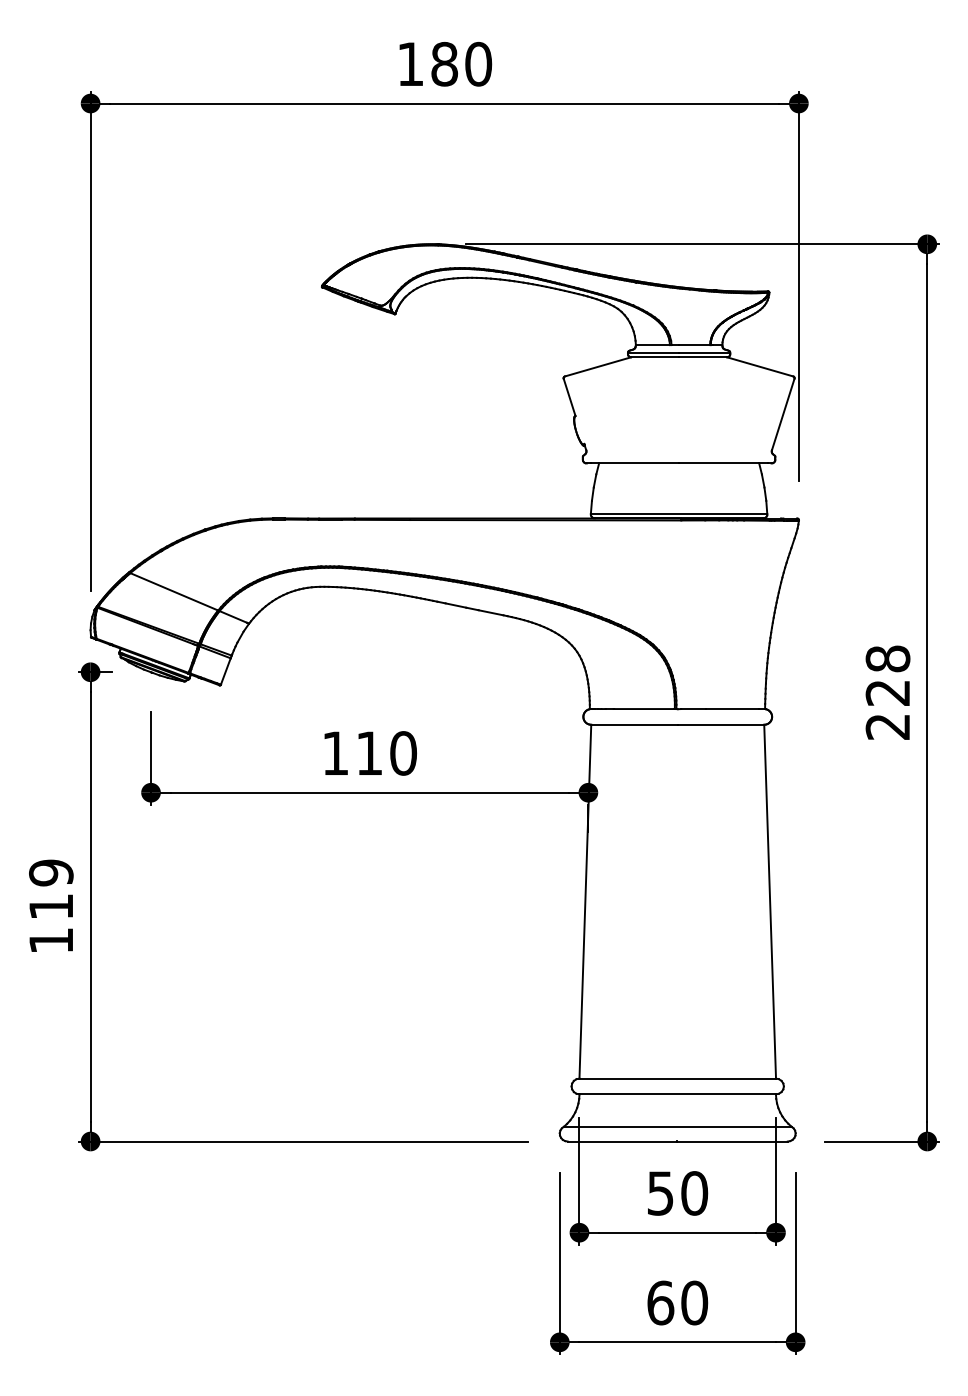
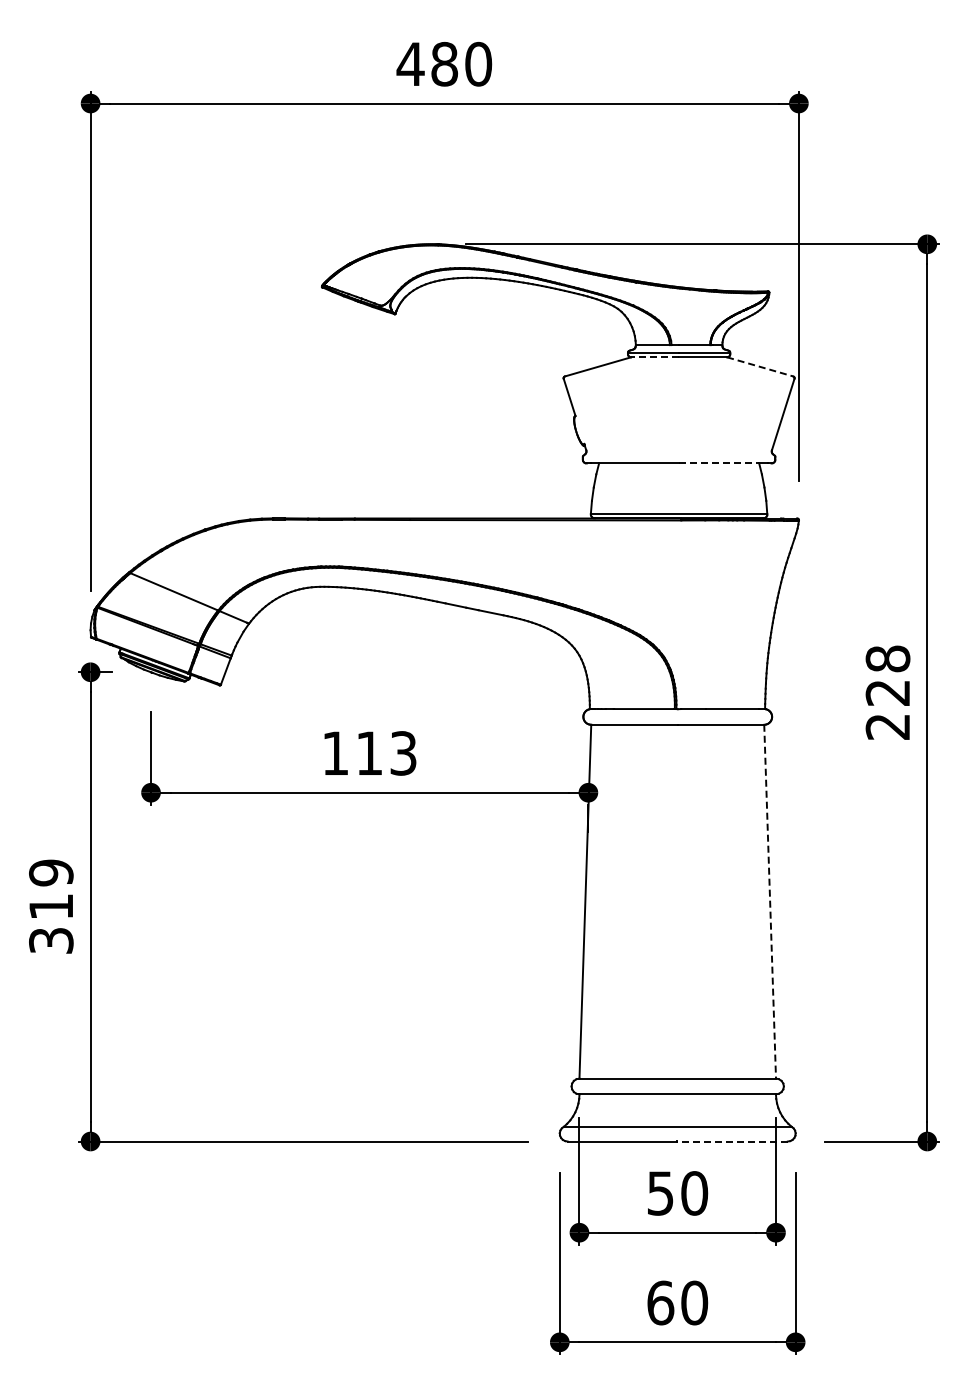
text at (410, 63): 180 -> 480
line at (655, 357): solid -> dashed
line at (760, 367): solid -> dashed
line at (719, 463): solid -> dashed
text at (403, 753): 110 -> 113
line at (770, 902): solid -> dashed
text at (51, 940): 119 -> 319
line at (732, 1141): solid -> dashed
